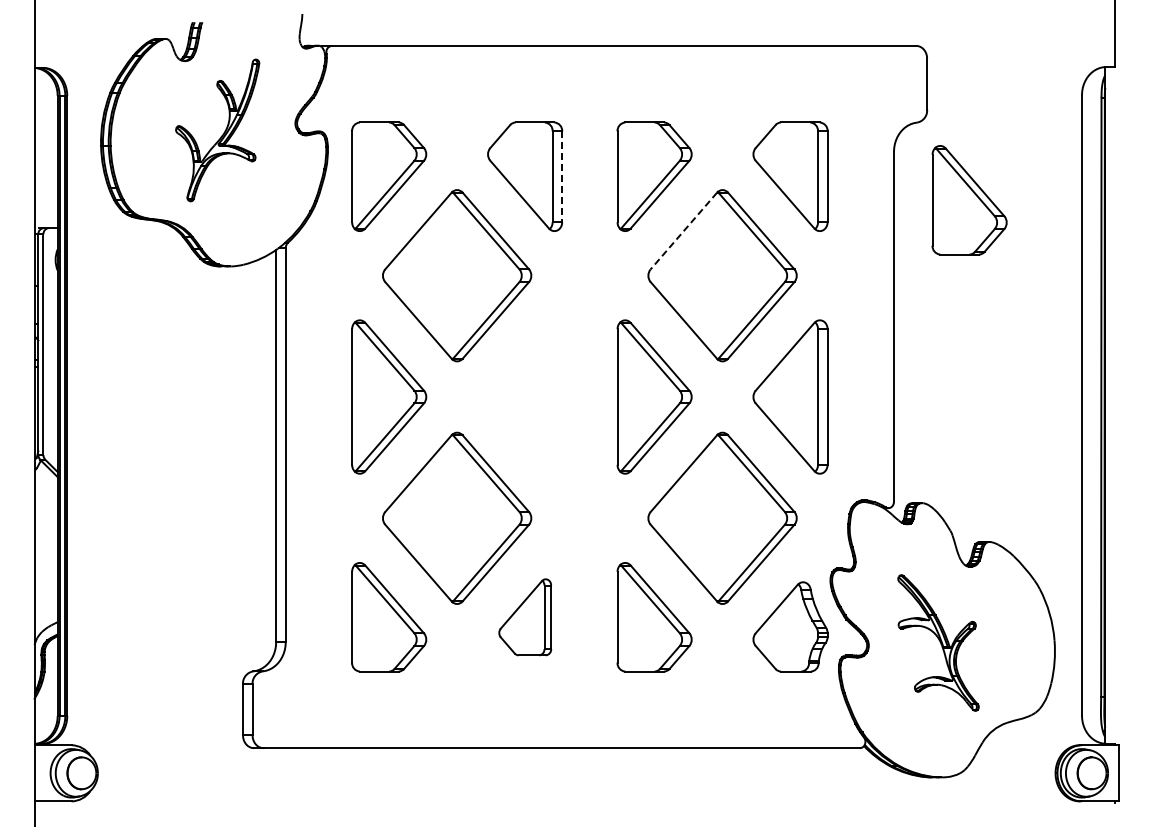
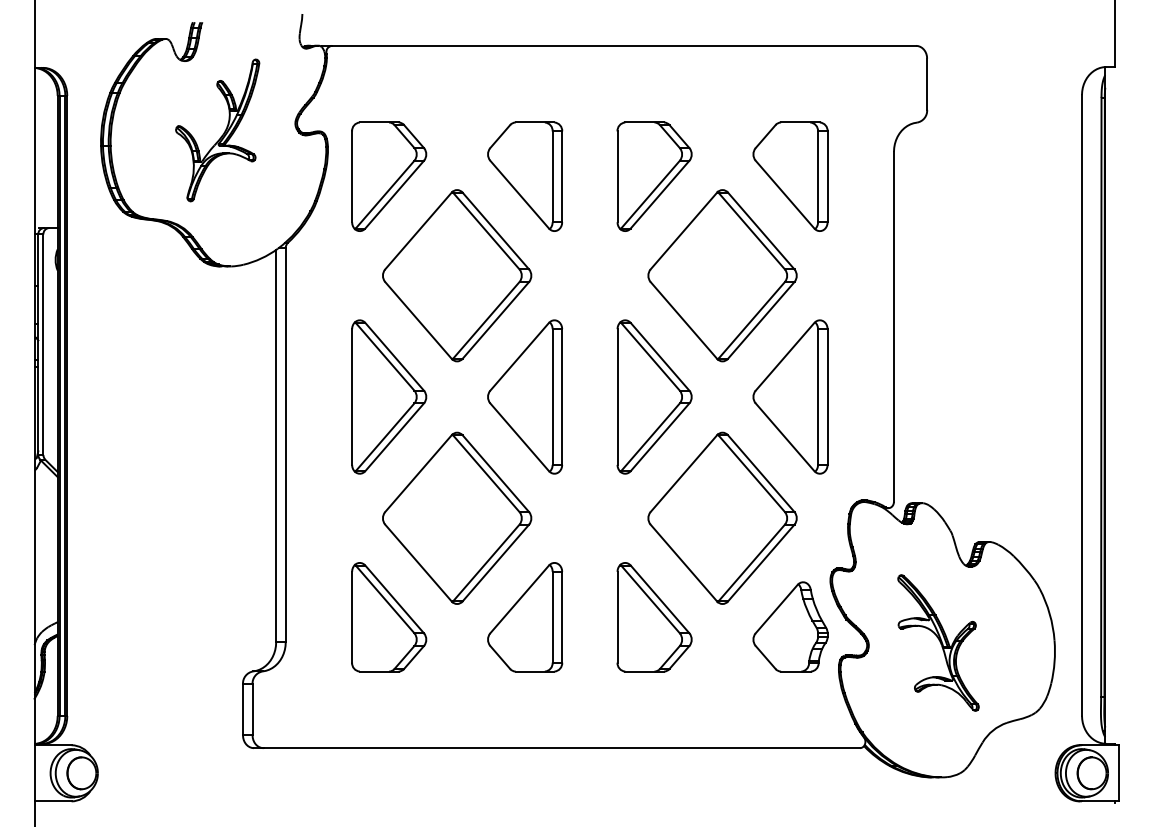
line at (562, 177): dashed -> solid
part at (969, 200): present -> none
line at (683, 231): dashed -> solid
part at (525, 396): none -> present
part at (525, 617) size: 55x79 px -> 77x111 px
